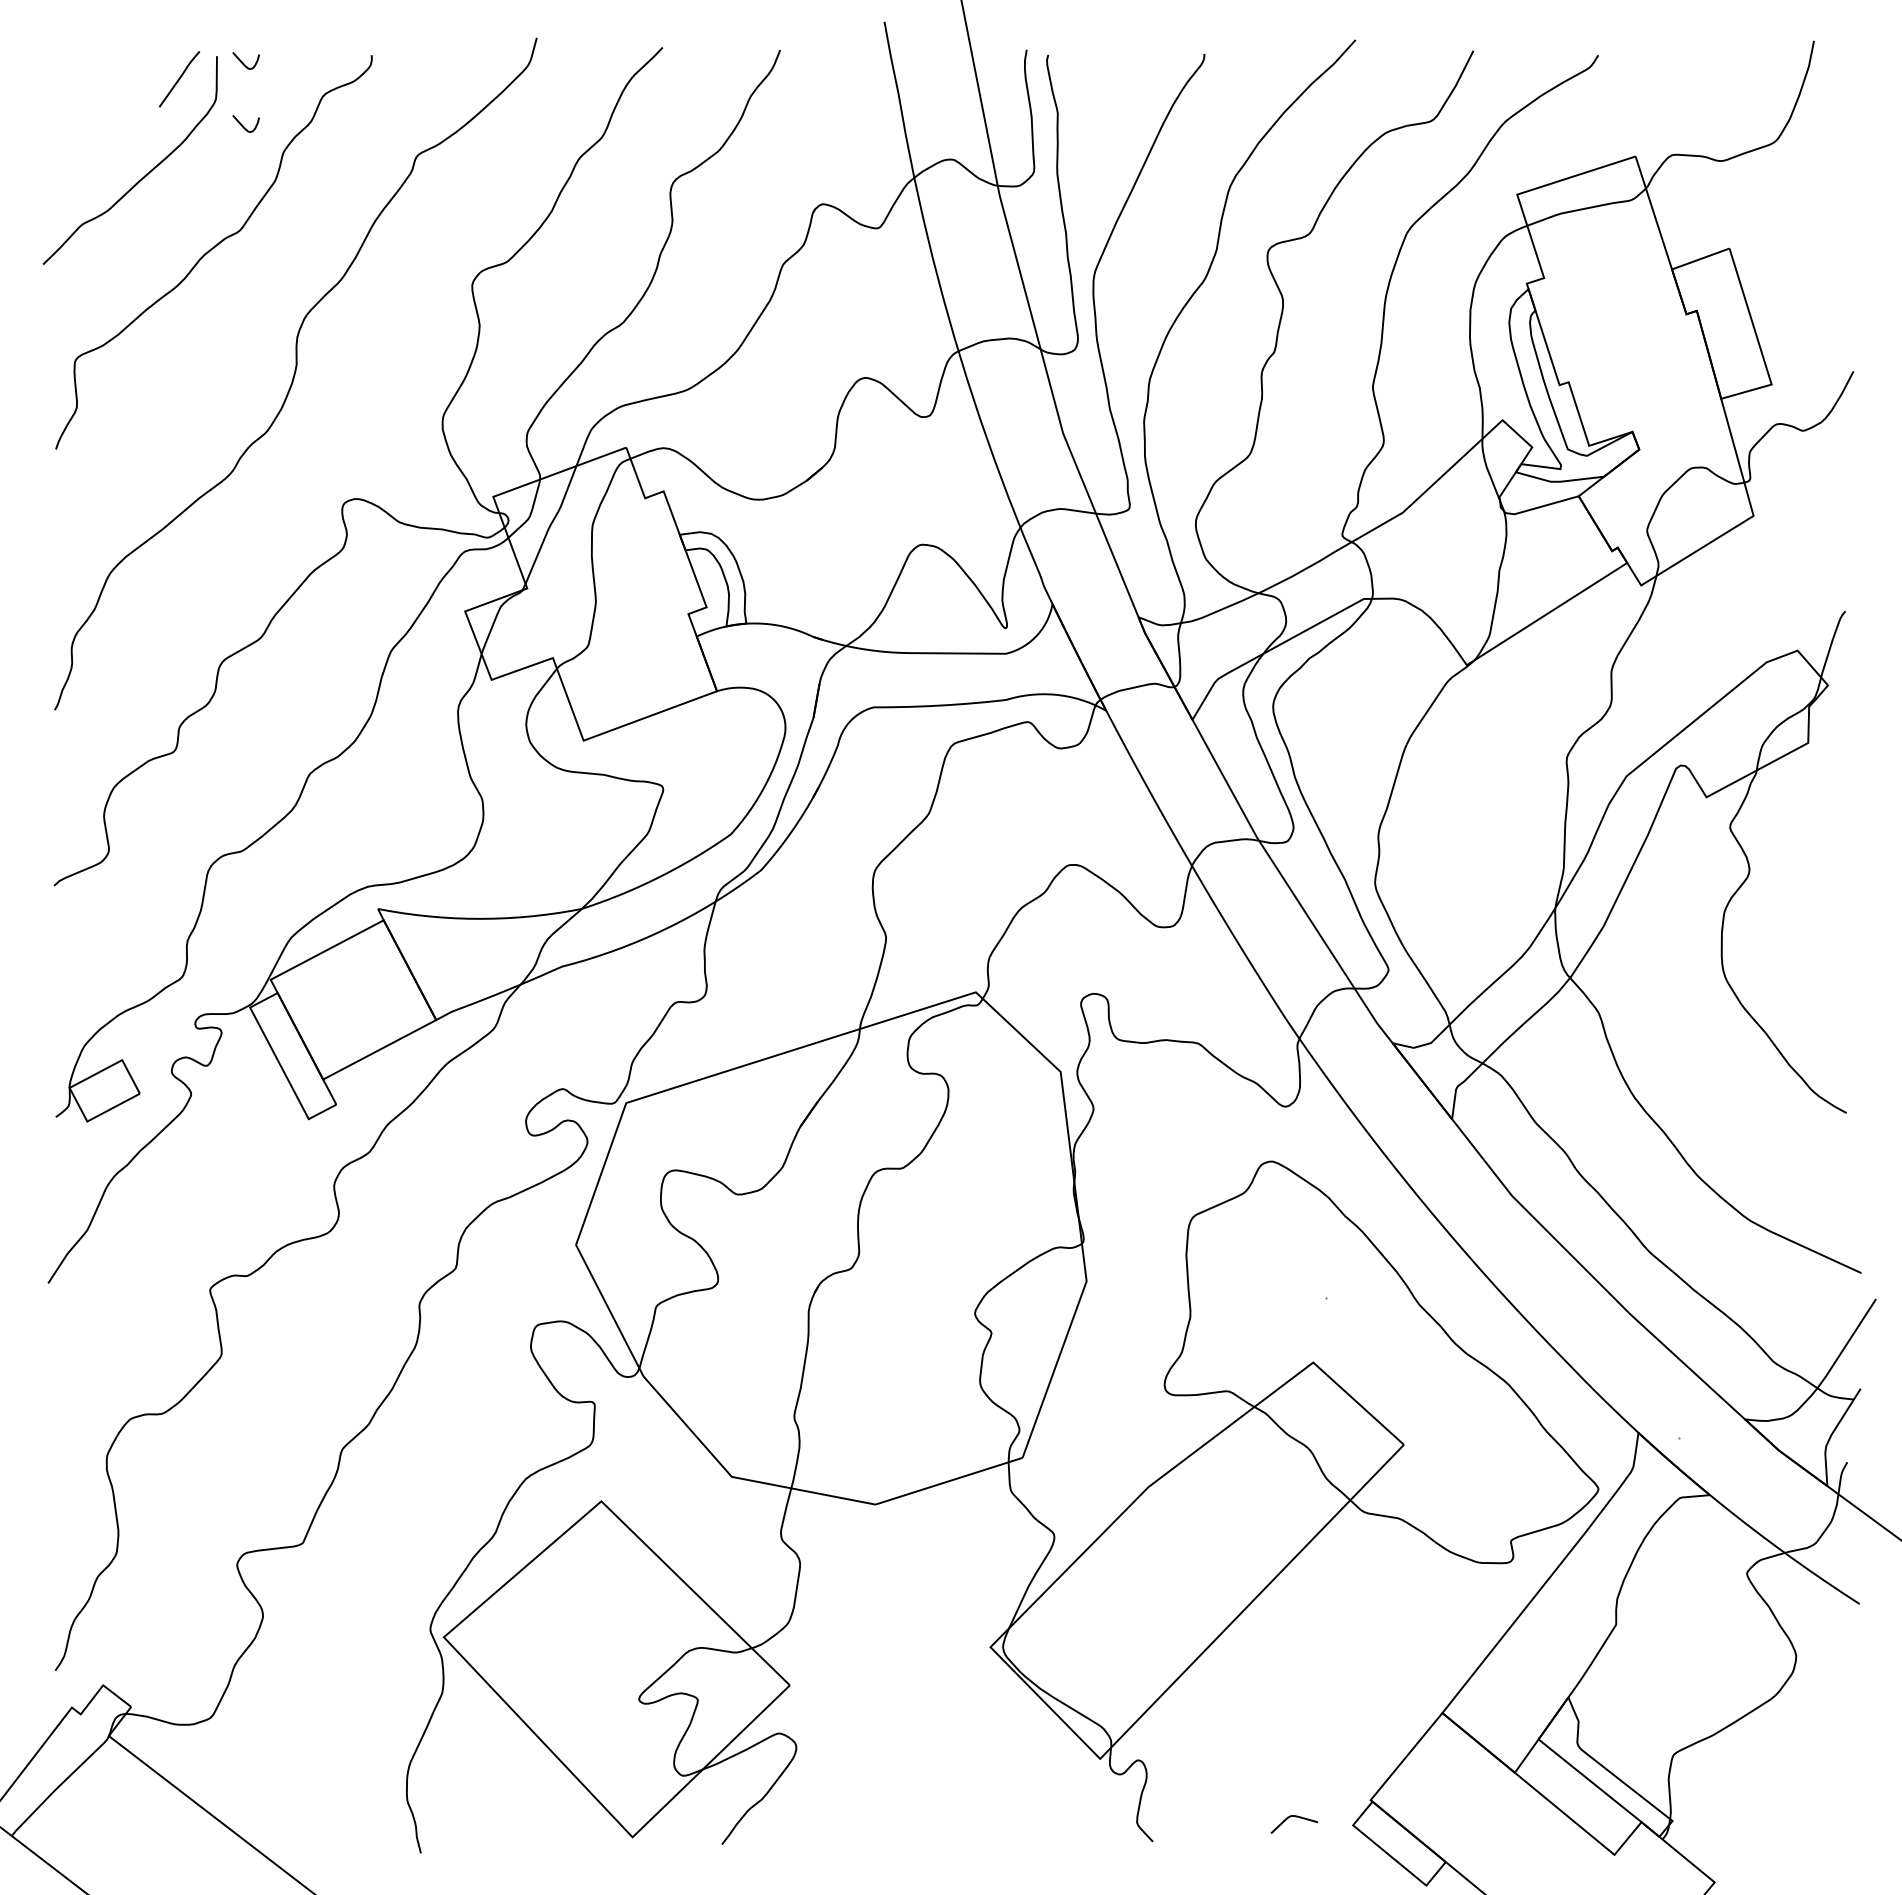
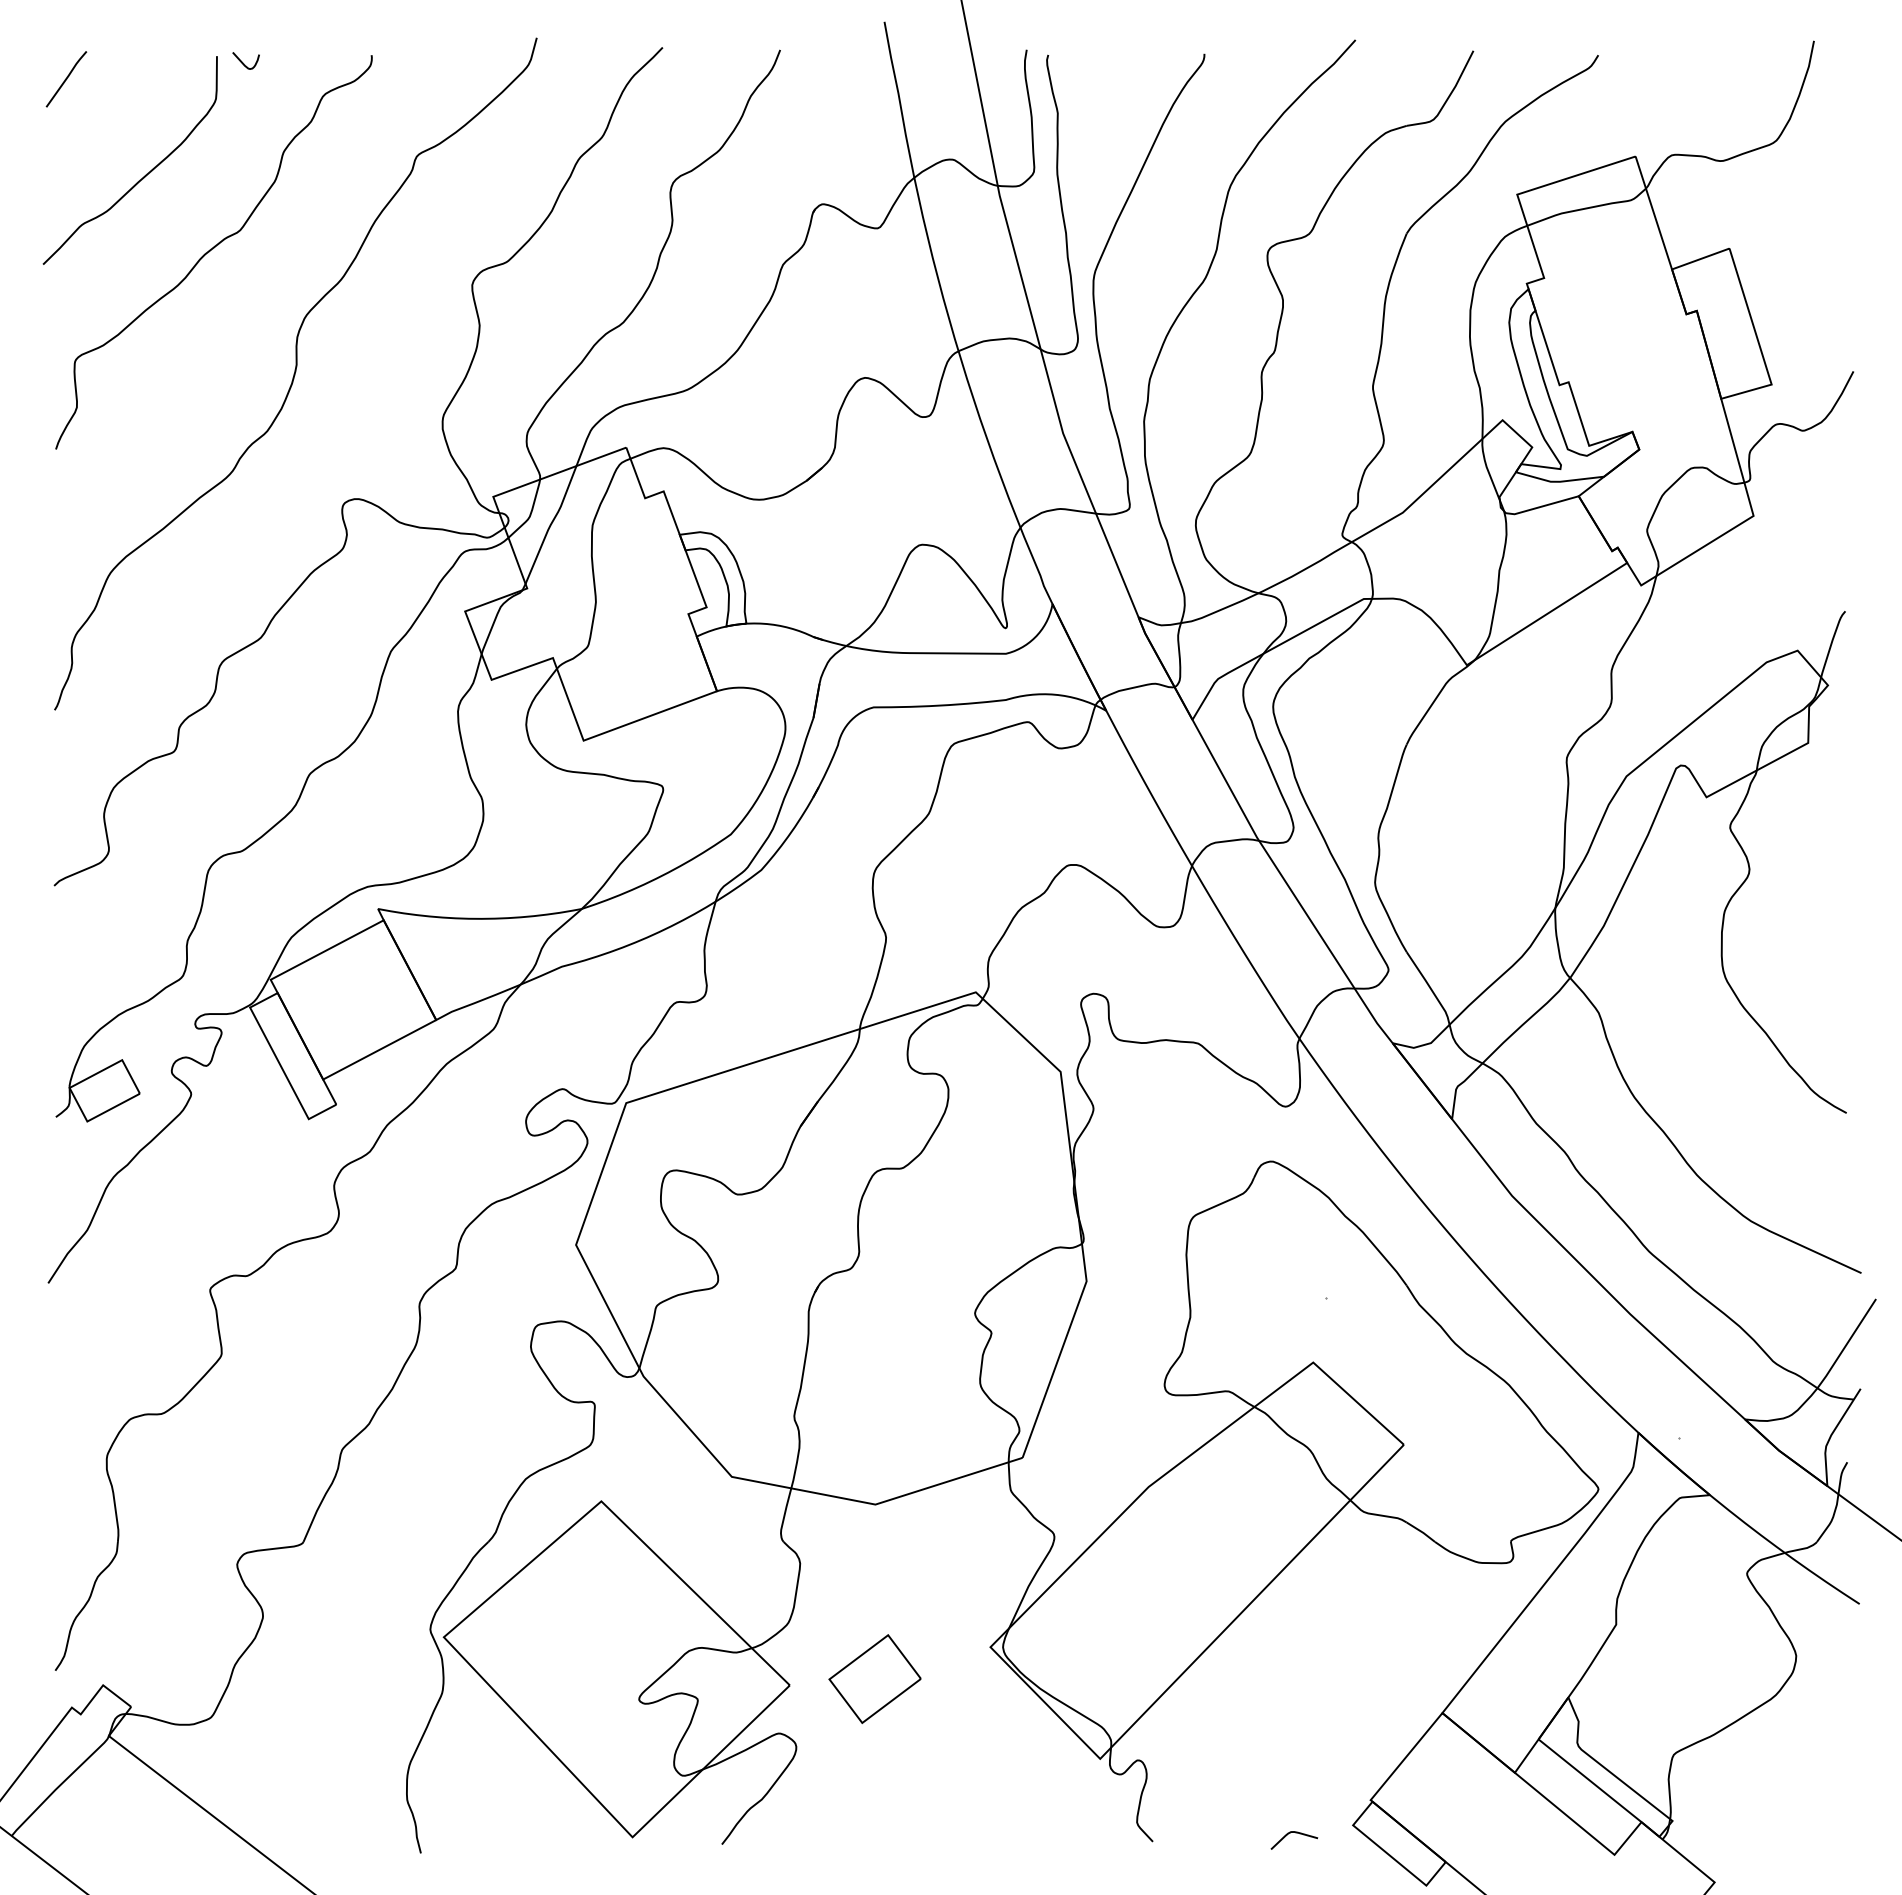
line at (179, 79) position: (179, 79) -> (66, 79)
curve at (243, 125): present -> none
part at (874, 1678): none -> present
curve at (1295, 1817) position: (1295, 1817) -> (1295, 1833)
